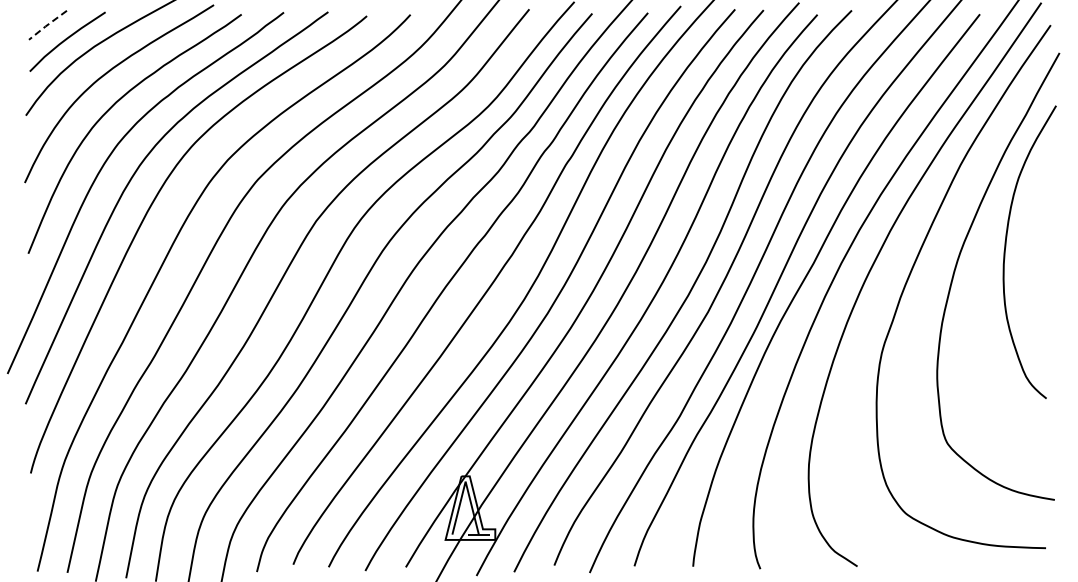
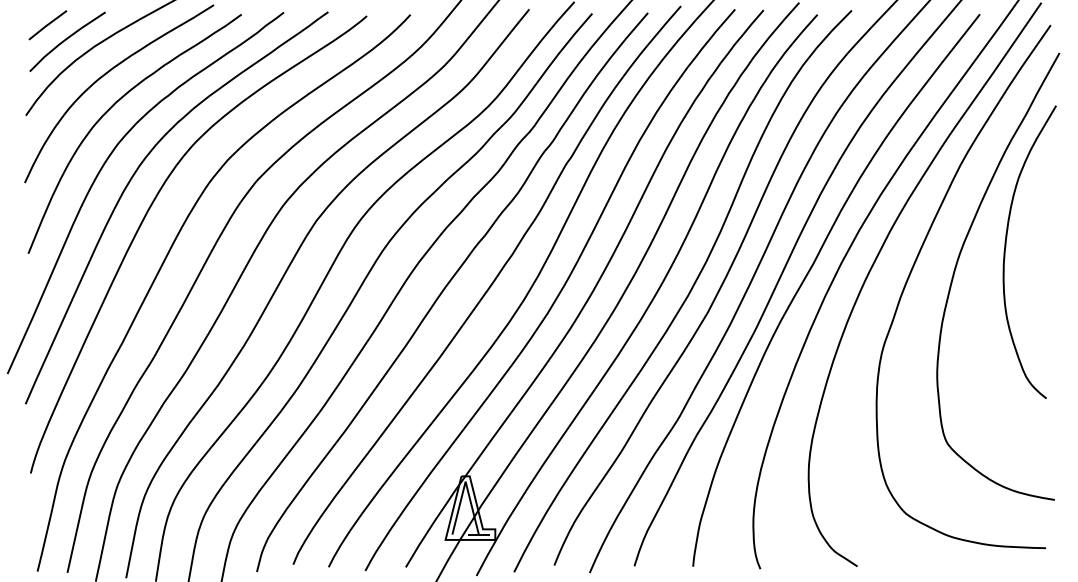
line at (47, 25): dashed -> solid
